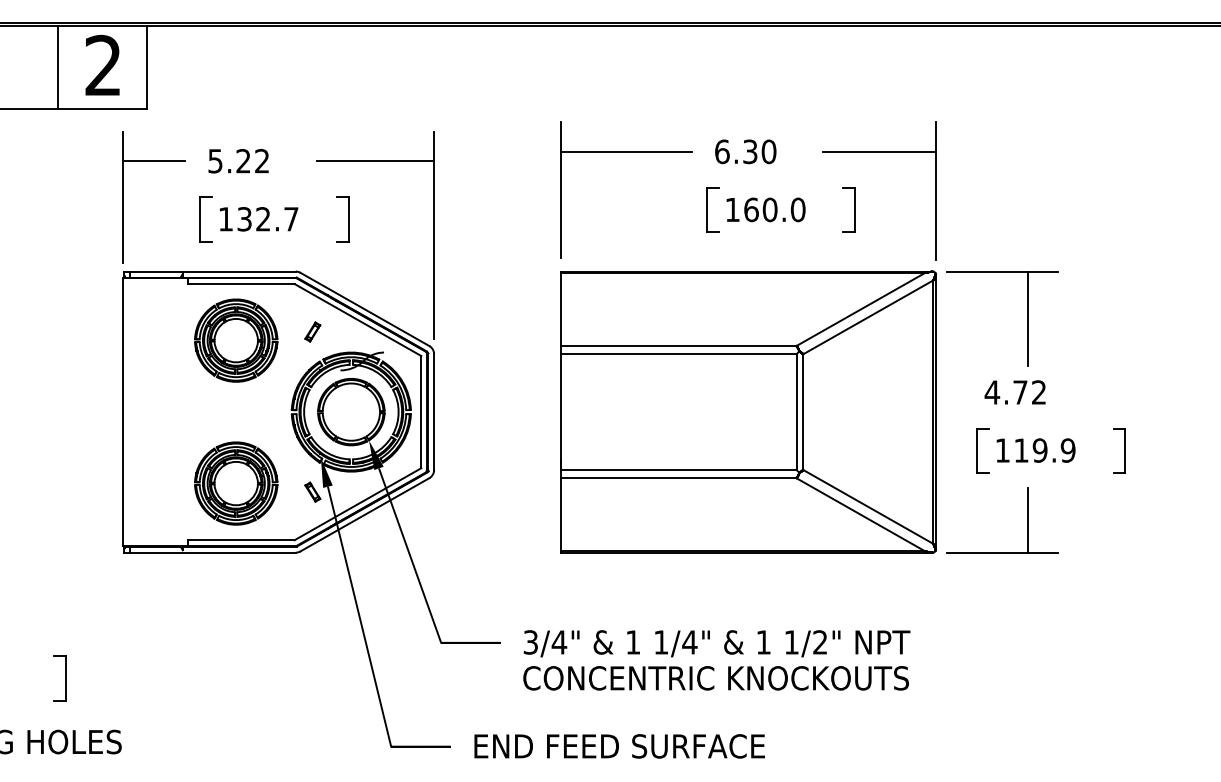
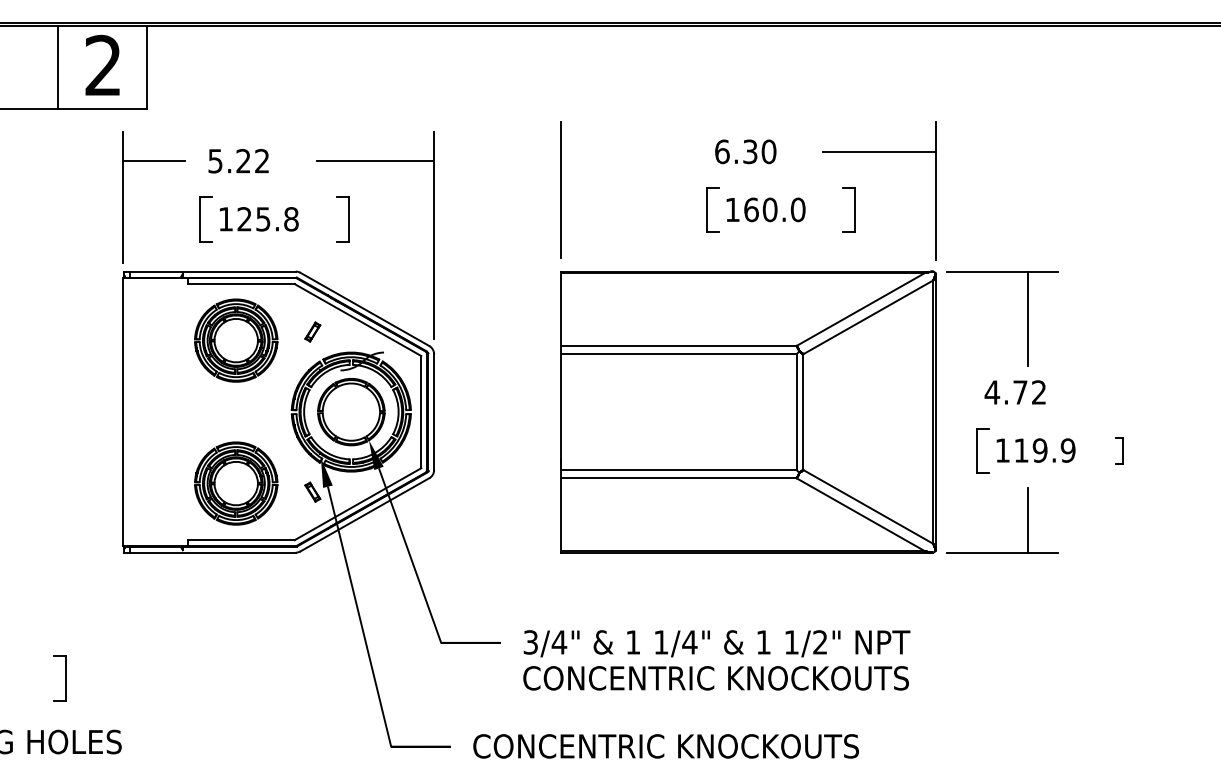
line at (626, 152): present -> none
text at (267, 219): 132.7 -> 125.8
part at (1119, 450) size: 13x46 px -> 9x28 px
text at (665, 746): END FEED SURFACE -> CONCENTRIC KNOCKOUTS
